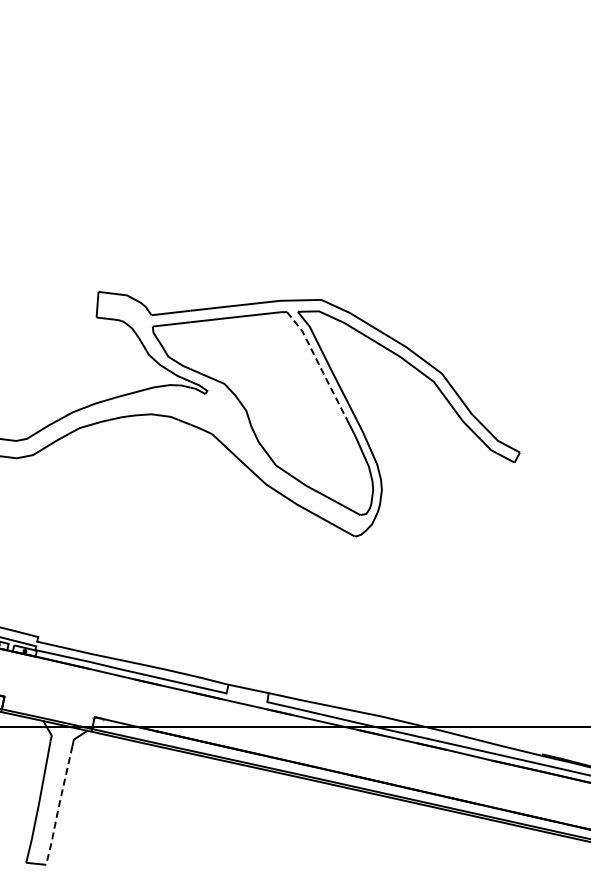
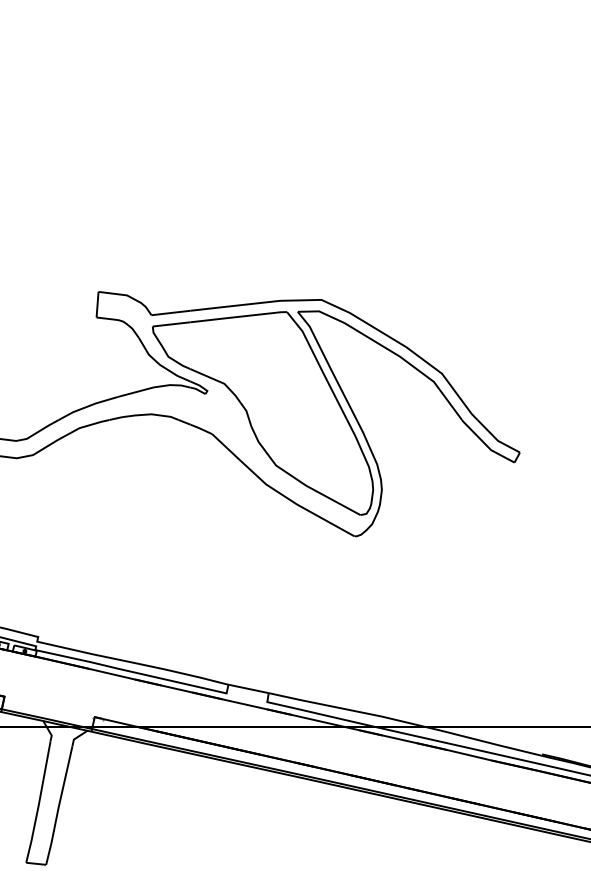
line at (319, 365): dashed -> solid
line at (58, 807): dashed -> solid
